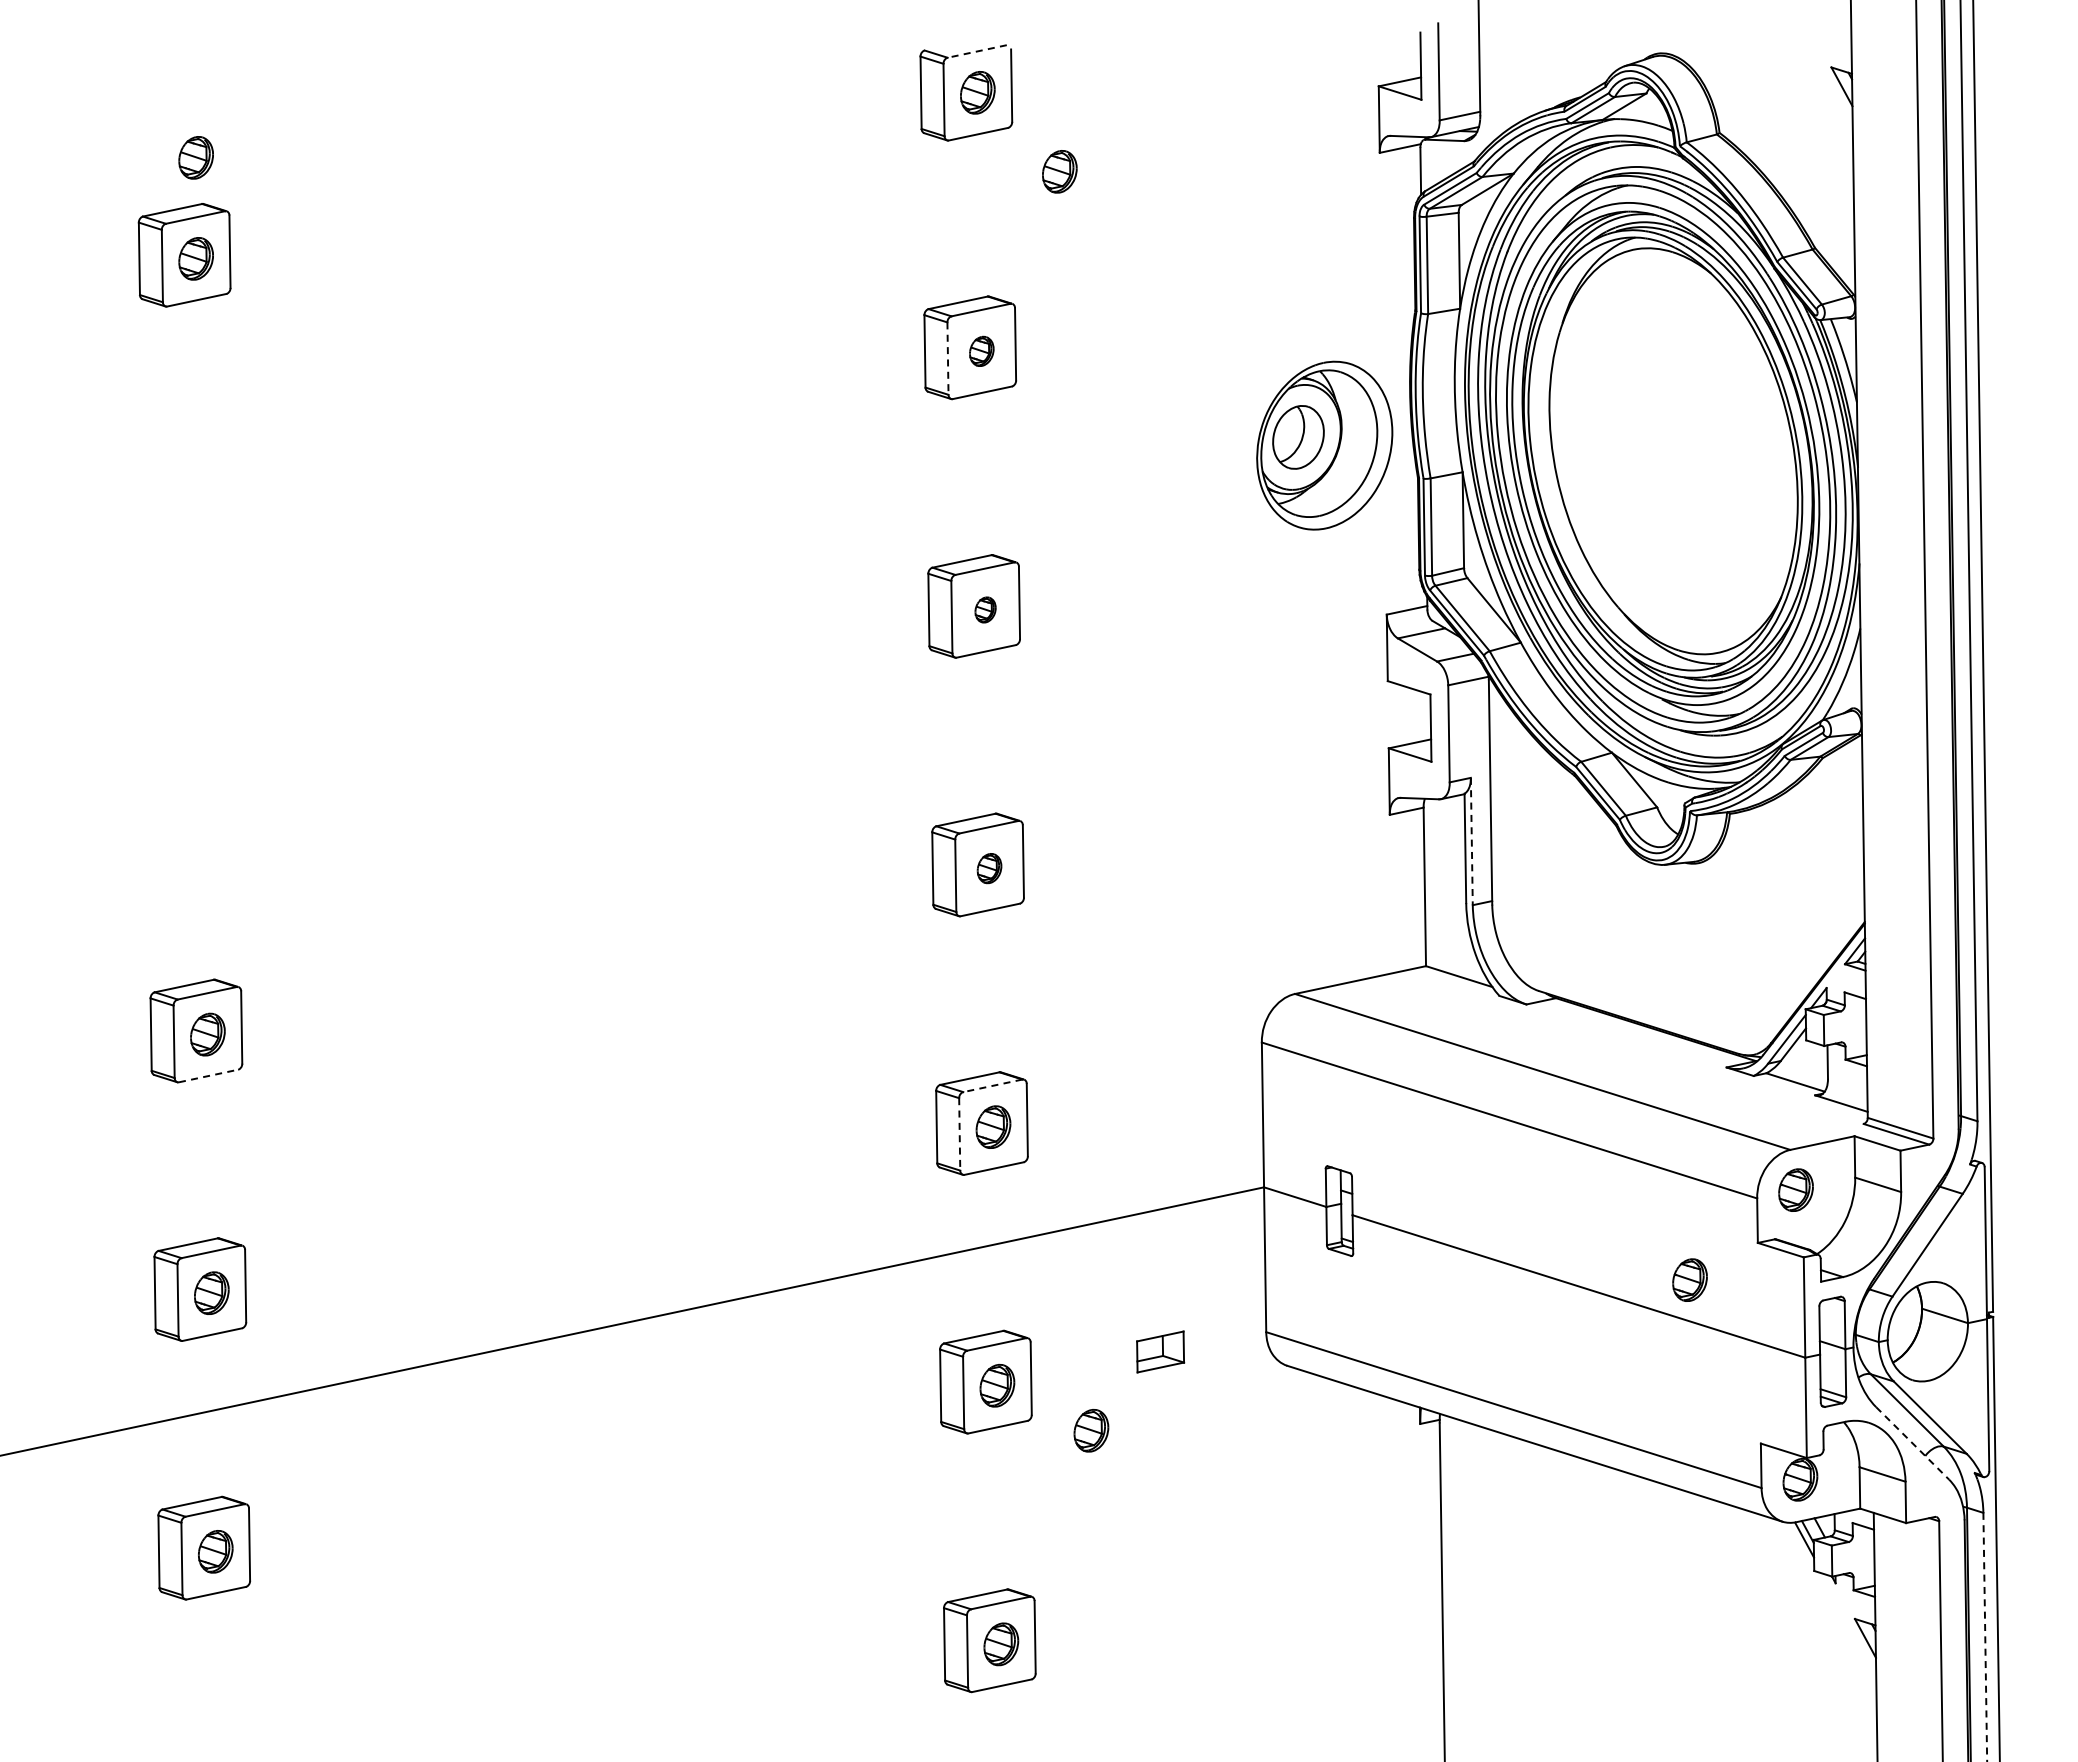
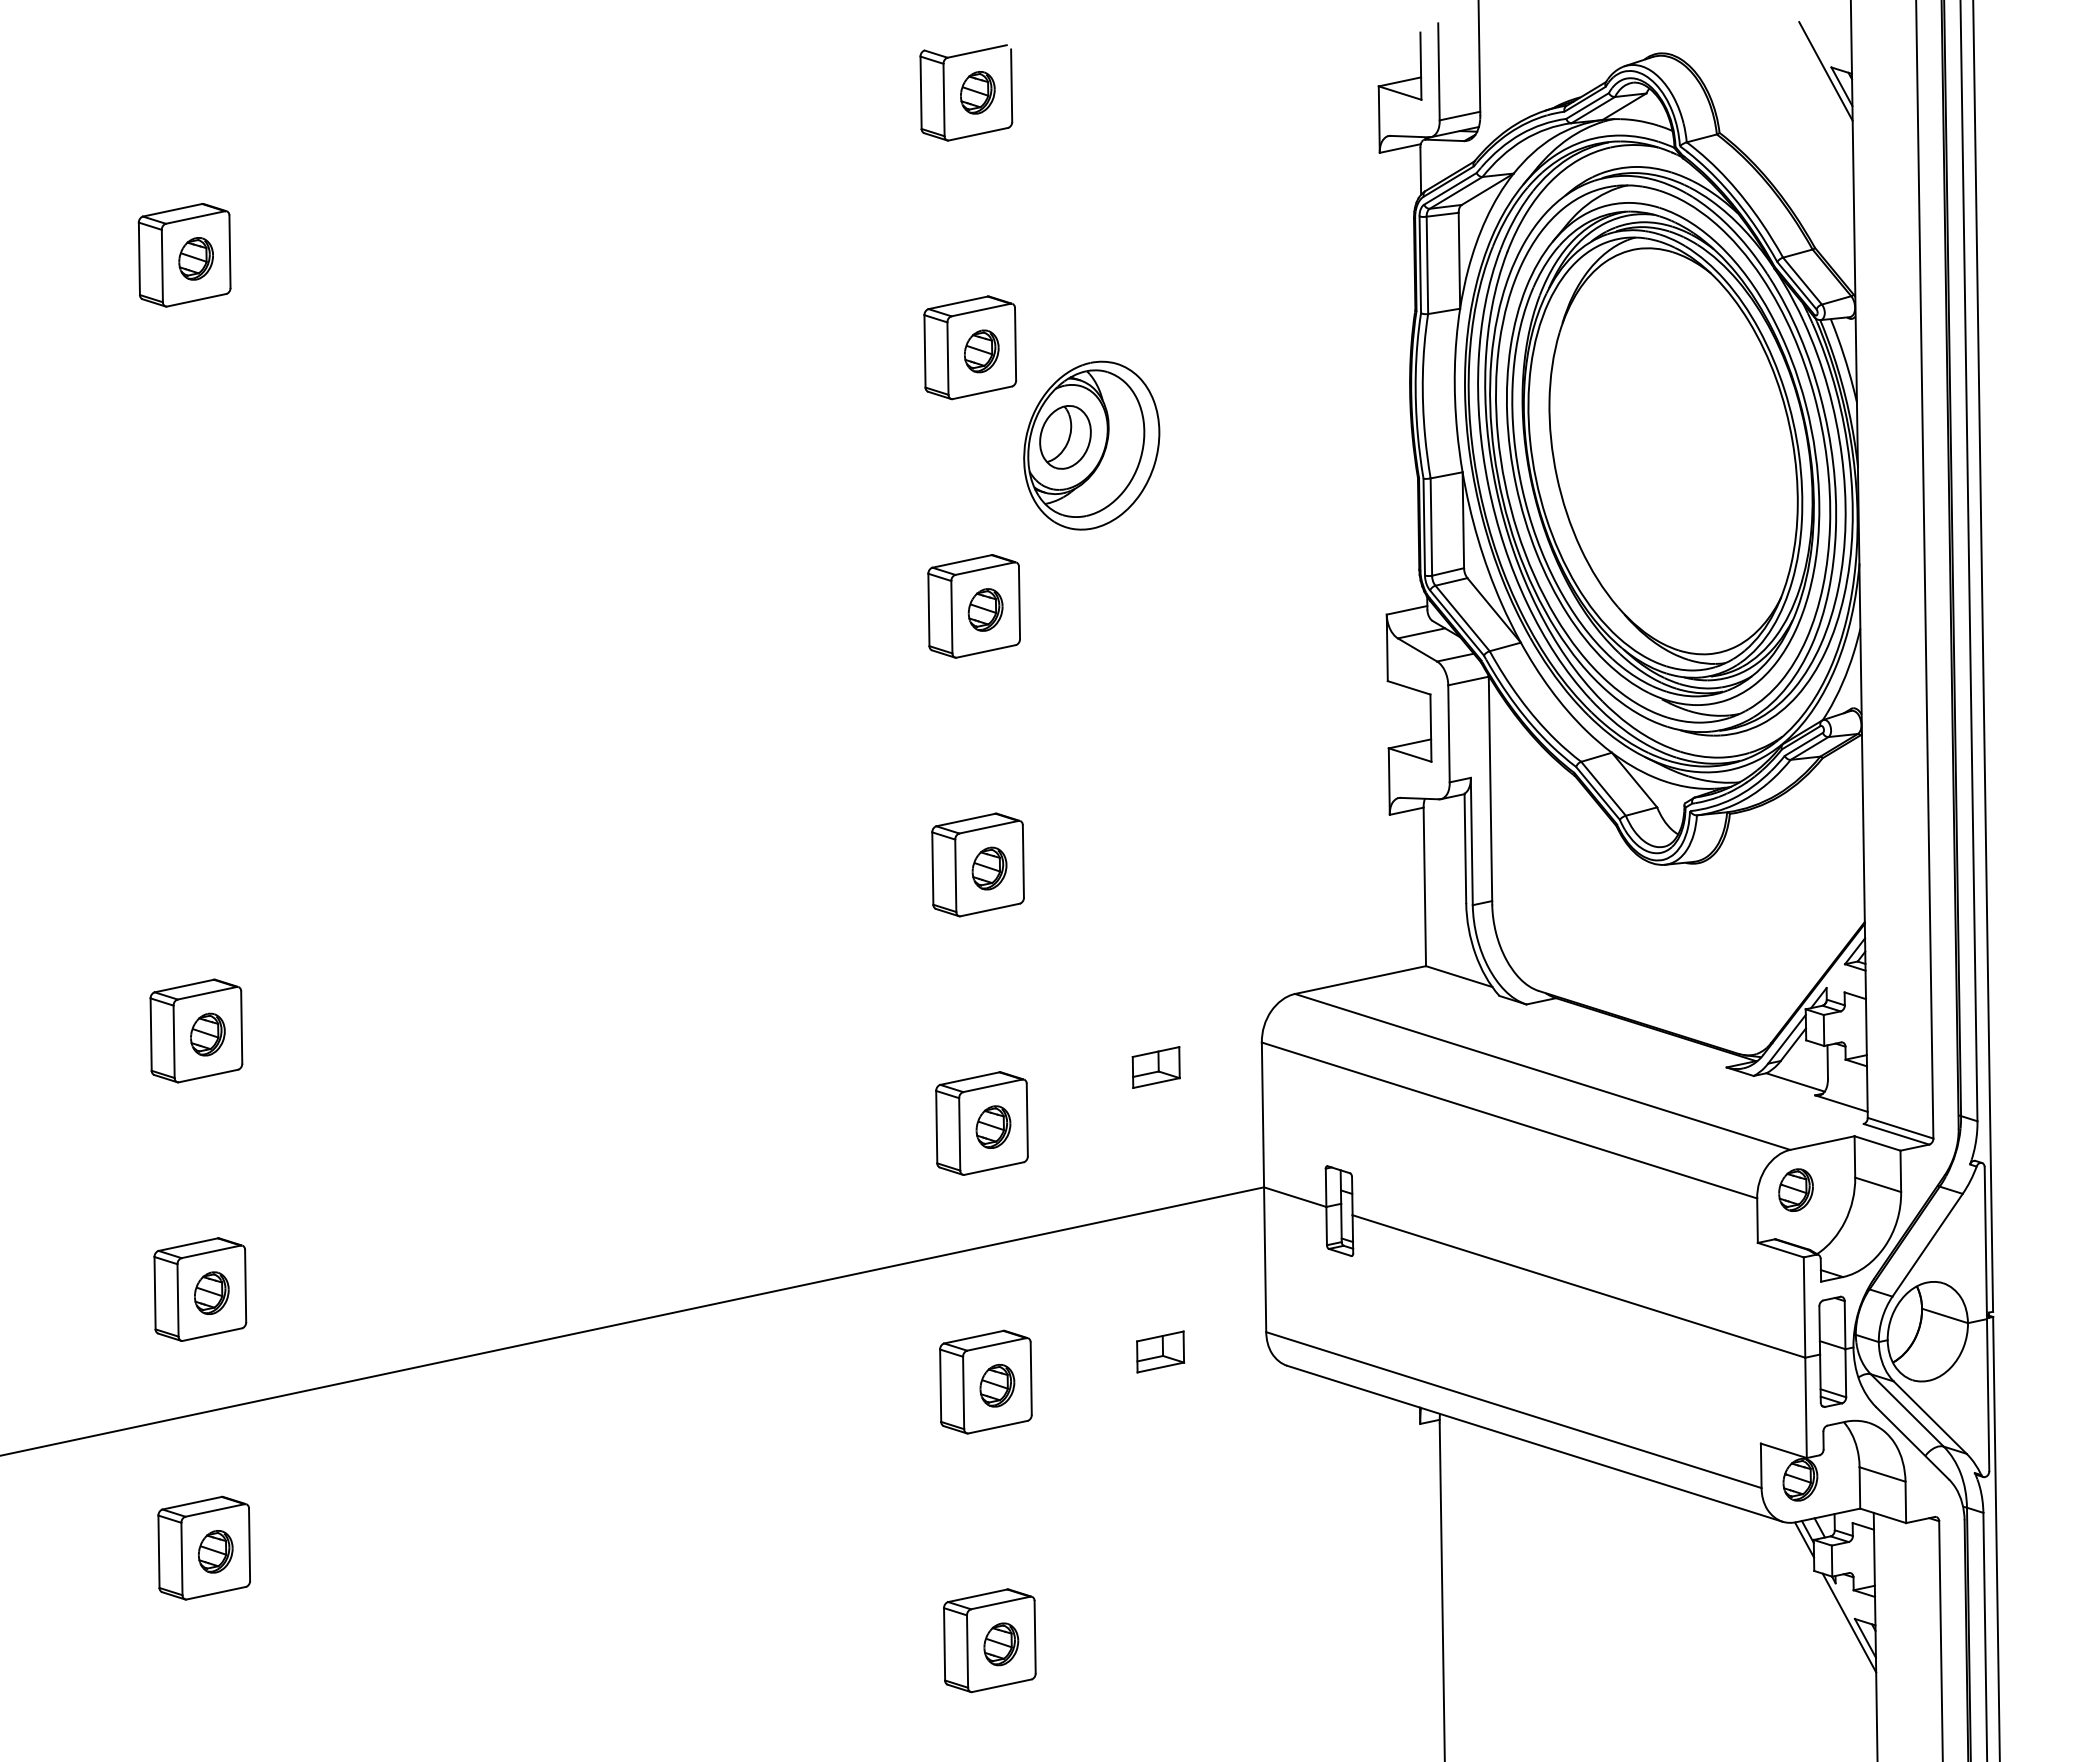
line at (976, 51): dashed -> solid
line at (1825, 71): none -> present
part at (195, 157): present -> none
part at (1059, 171): present -> none
part at (981, 350) size: 26x32 px -> 36x45 px
line at (947, 359): dashed -> solid
part at (1324, 445) position: (1324, 445) -> (1091, 445)
part at (985, 609) size: 23x28 px -> 37x44 px
line at (1471, 841): dashed -> solid
part at (989, 868) size: 27x32 px -> 37x45 px
part at (1155, 1067): none -> present
line at (209, 1075): dashed -> solid
line at (992, 1085): dashed -> solid
line at (959, 1134): dashed -> solid
part at (1689, 1279): present -> none
part at (1091, 1430): present -> none
line at (1913, 1443): dashed -> solid
line at (1849, 1622): none -> present
line at (1985, 1637): dashed -> solid
